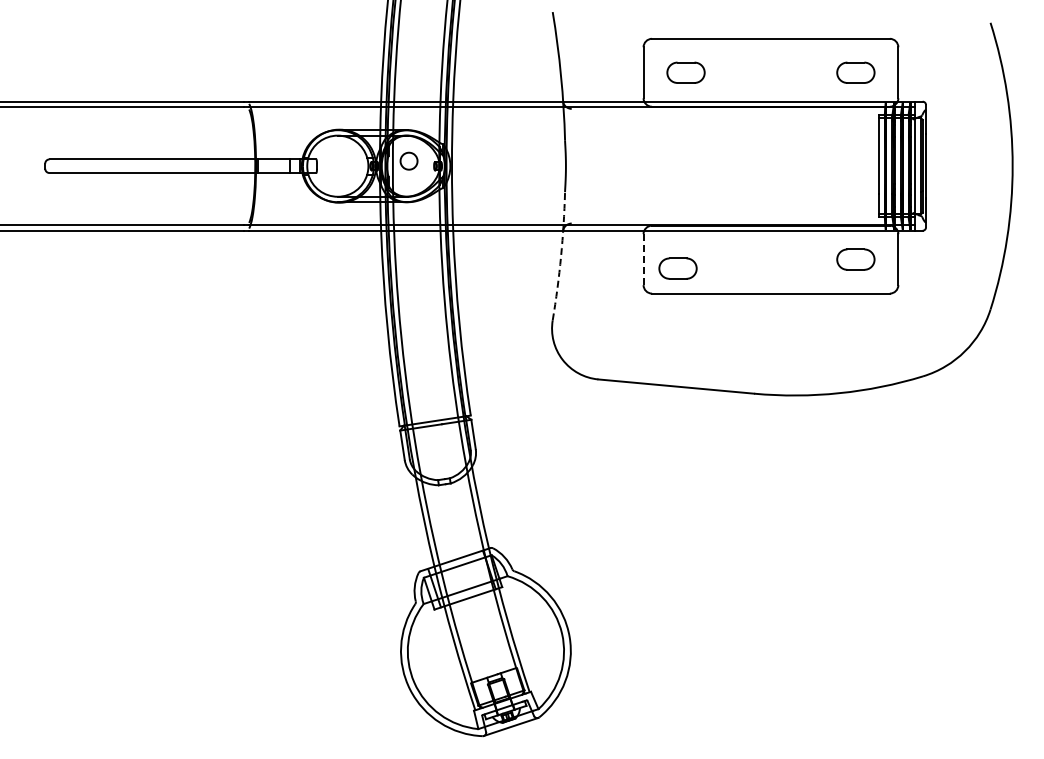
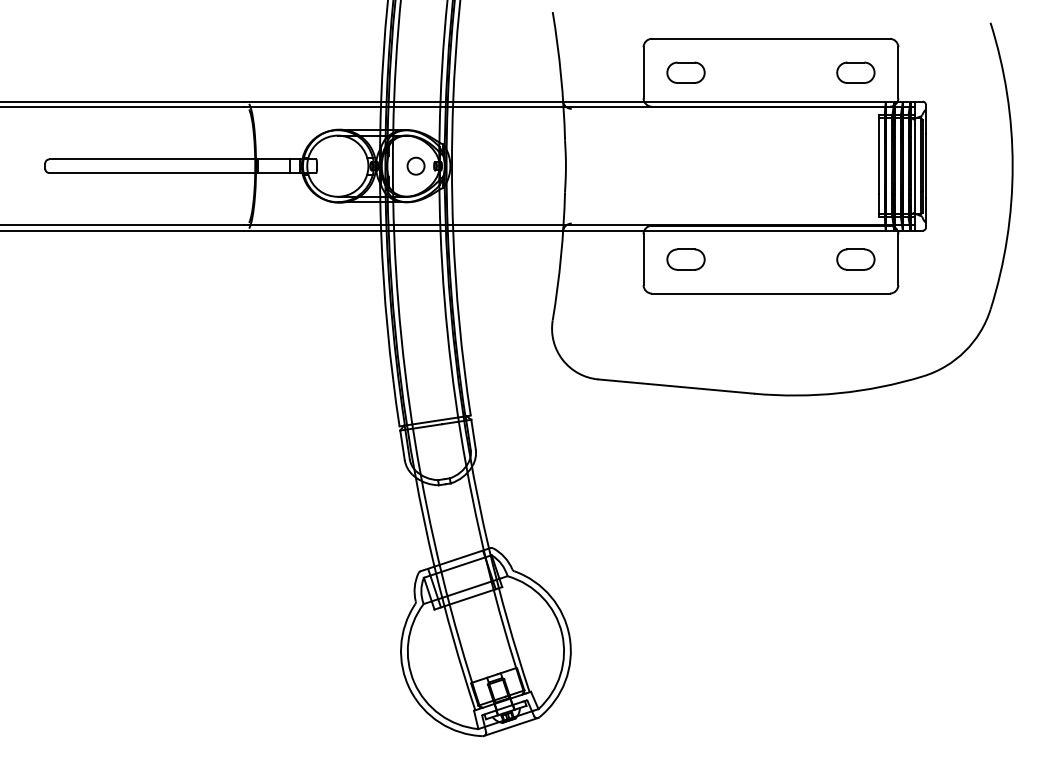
part at (408, 160) position: (408, 160) -> (415, 165)
arc at (561, 256): dashed -> solid
line at (643, 259): dashed -> solid
part at (677, 268) position: (677, 268) -> (685, 259)
